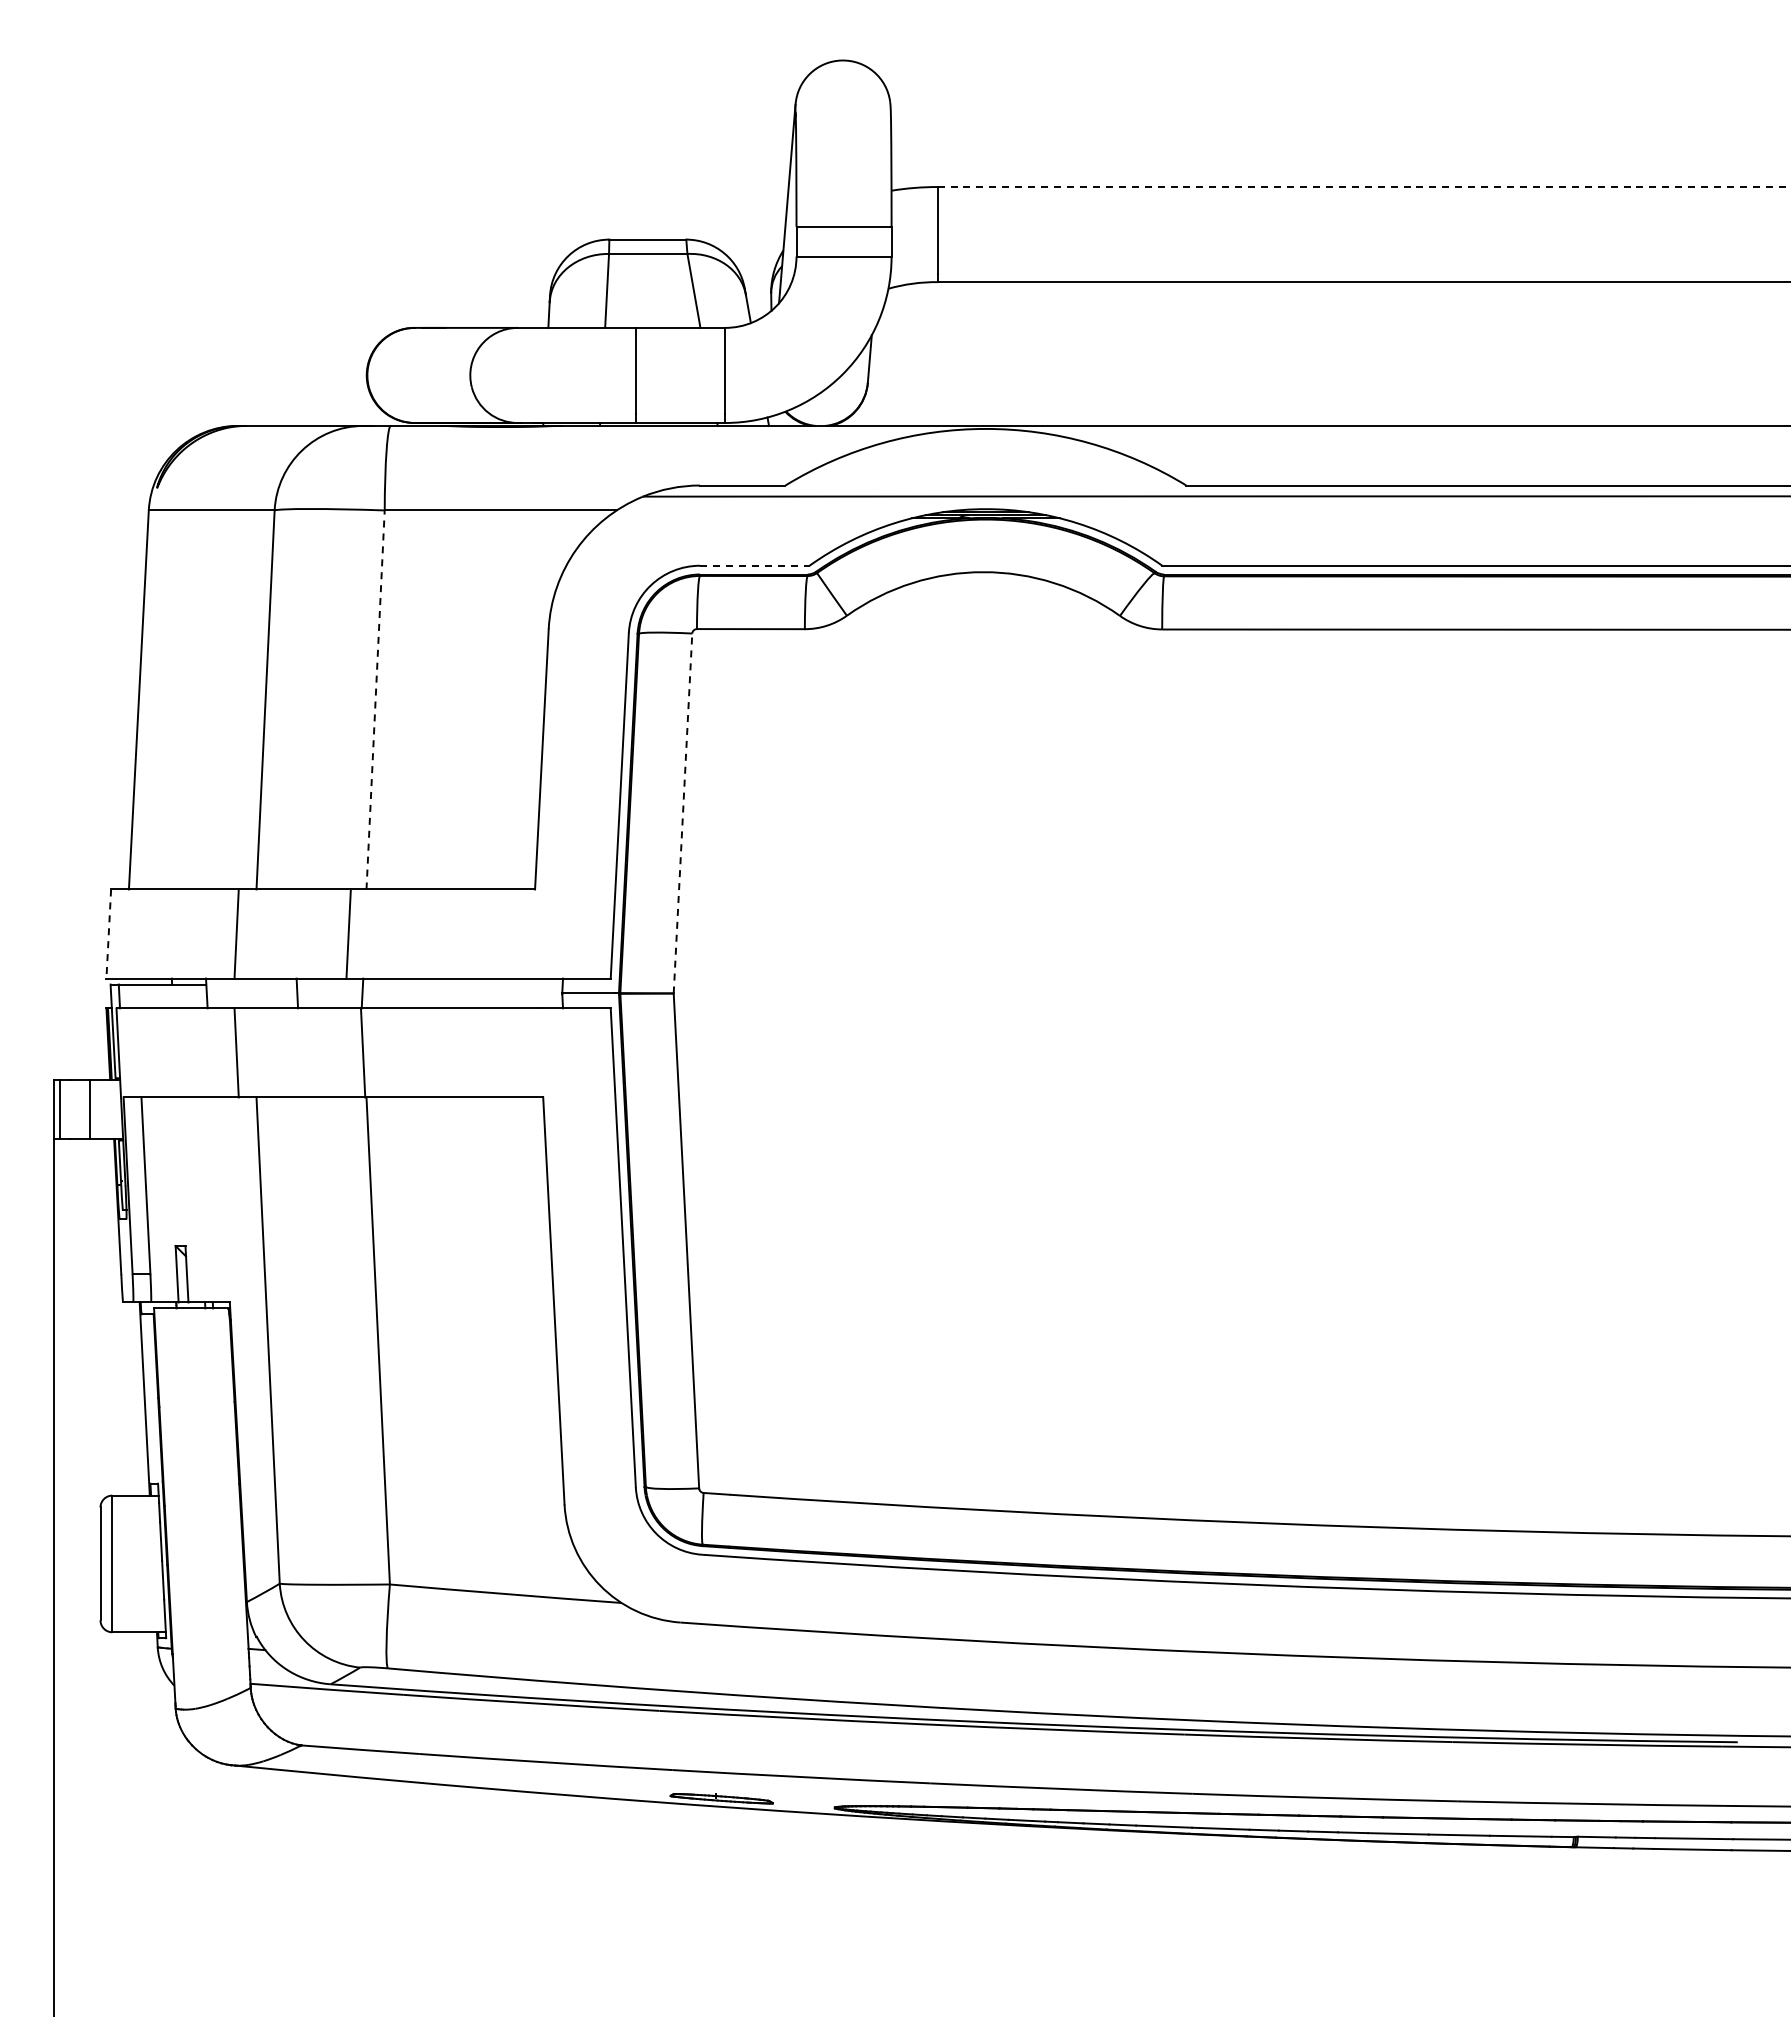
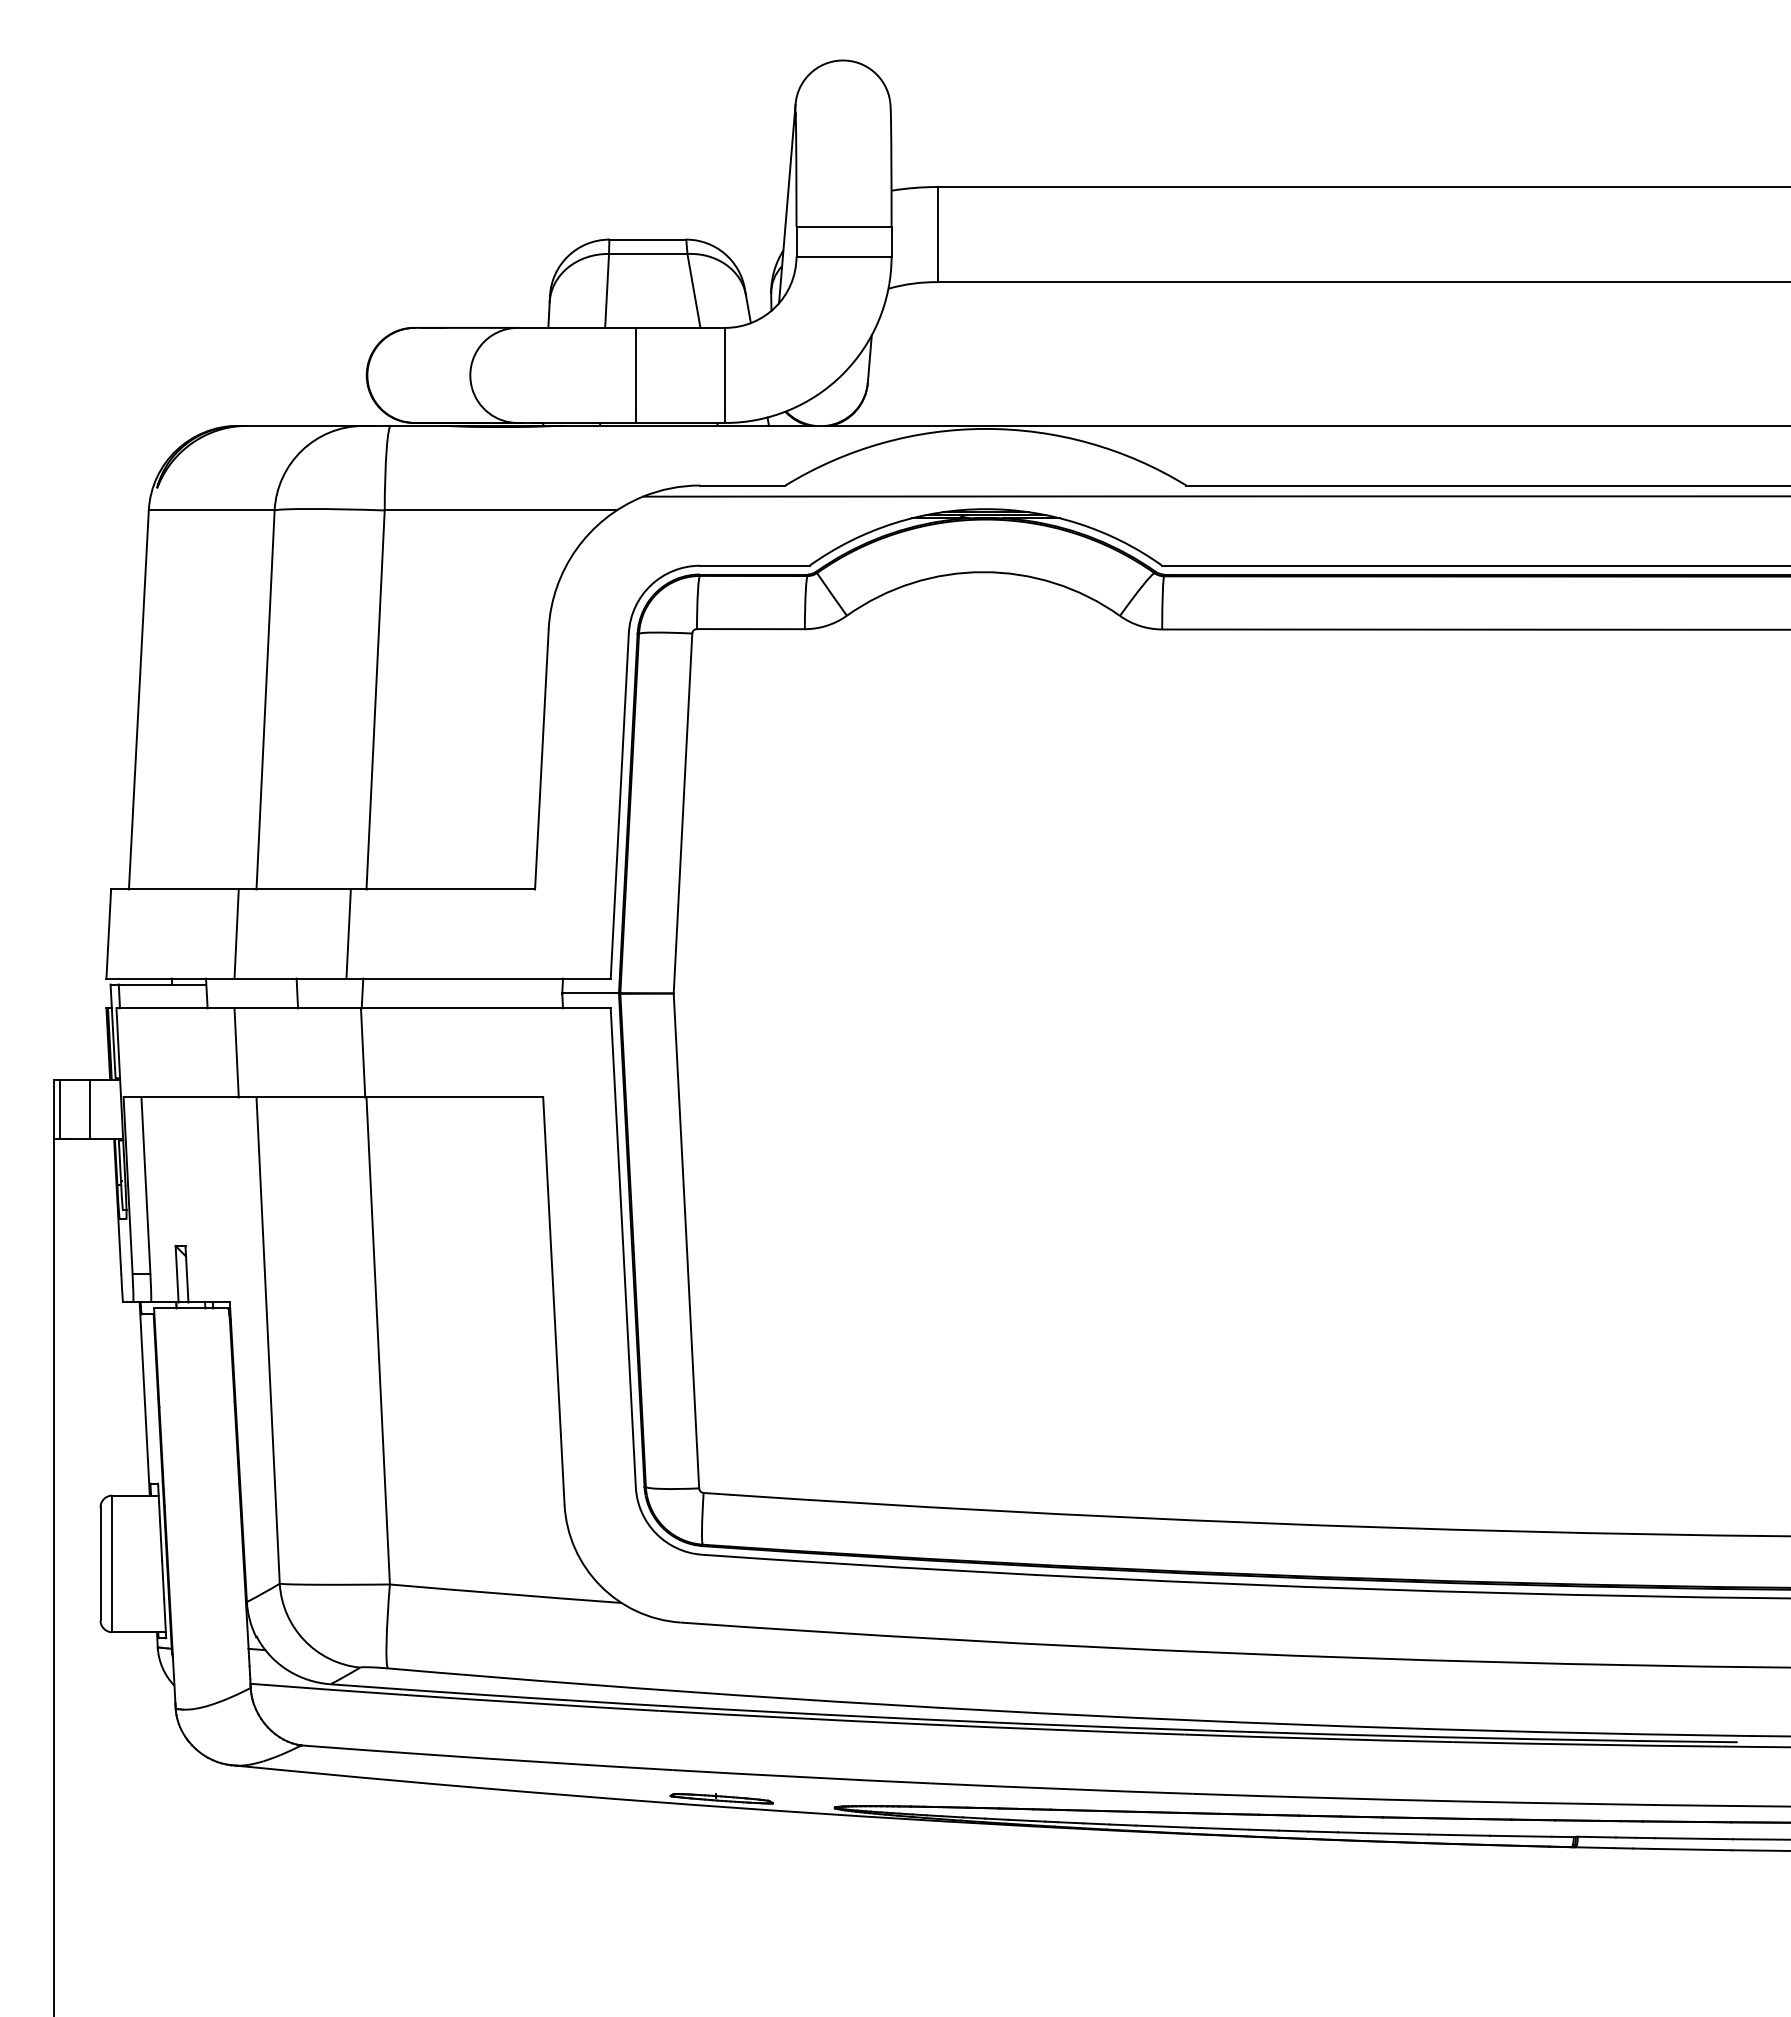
line at (1364, 187): dashed -> solid
line at (754, 565): dashed -> solid
line at (375, 699): dashed -> solid
line at (683, 813): dashed -> solid
line at (108, 934): dashed -> solid
